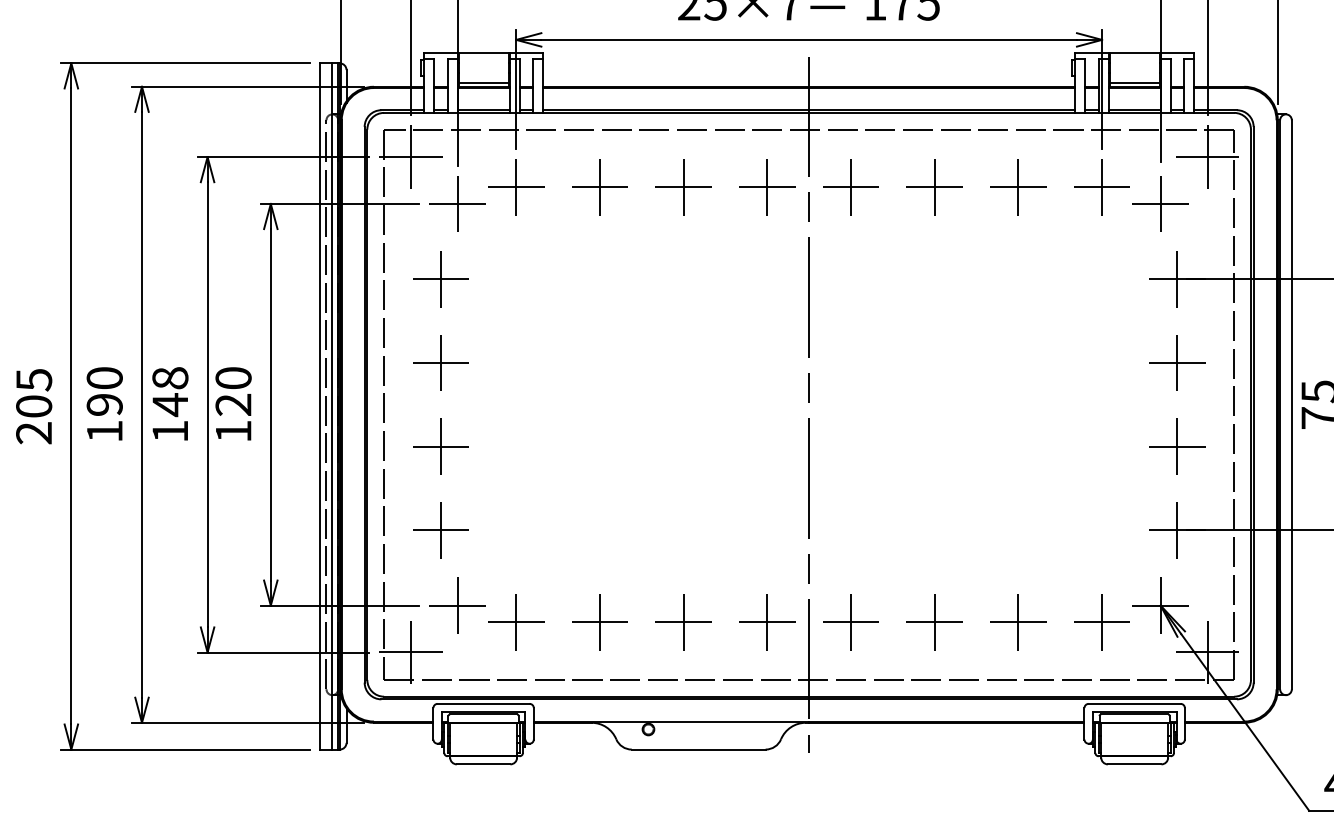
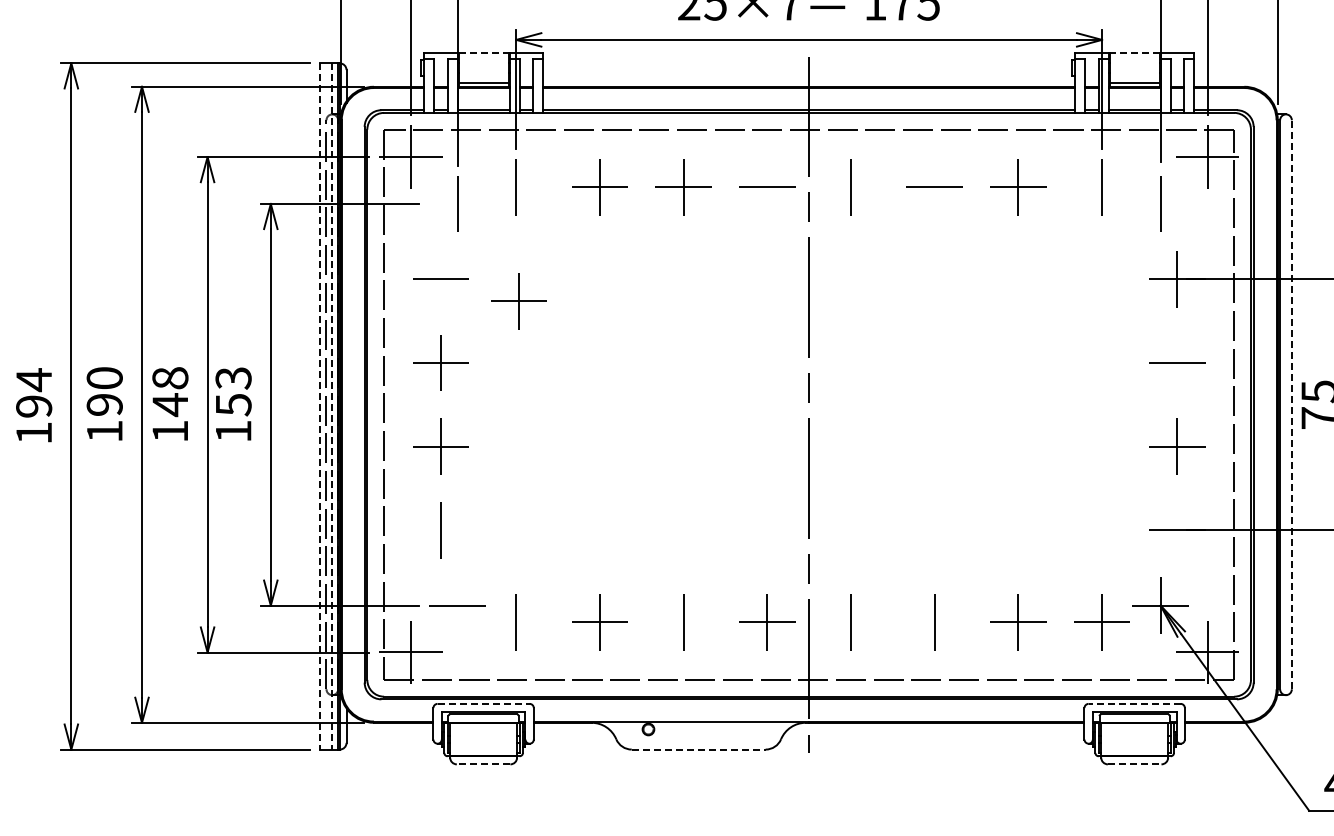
line at (484, 53): solid -> dashed
line at (1134, 53): solid -> dashed
line at (767, 186): present -> none
line at (934, 186): present -> none
line at (515, 187): present -> none
line at (850, 187): present -> none
line at (1101, 187): present -> none
line at (457, 203): present -> none
line at (1160, 203): present -> none
line at (440, 278): present -> none
part at (518, 301): none -> present
line at (1177, 362): present -> none
text at (233, 391): 120 -> 153
line at (1291, 404): solid -> dashed
text at (34, 406): 205 -> 194
line at (319, 406): solid -> dashed
line at (331, 406): solid -> dashed
line at (1177, 529): present -> none
line at (440, 530): present -> none
line at (457, 605): present -> none
line at (515, 622): present -> none
line at (683, 622): present -> none
line at (850, 622): present -> none
line at (934, 622): present -> none
line at (484, 703): solid -> dashed
line at (1134, 703): solid -> dashed
line at (698, 749): solid -> dashed
line at (483, 764): solid -> dashed
line at (1134, 764): solid -> dashed
